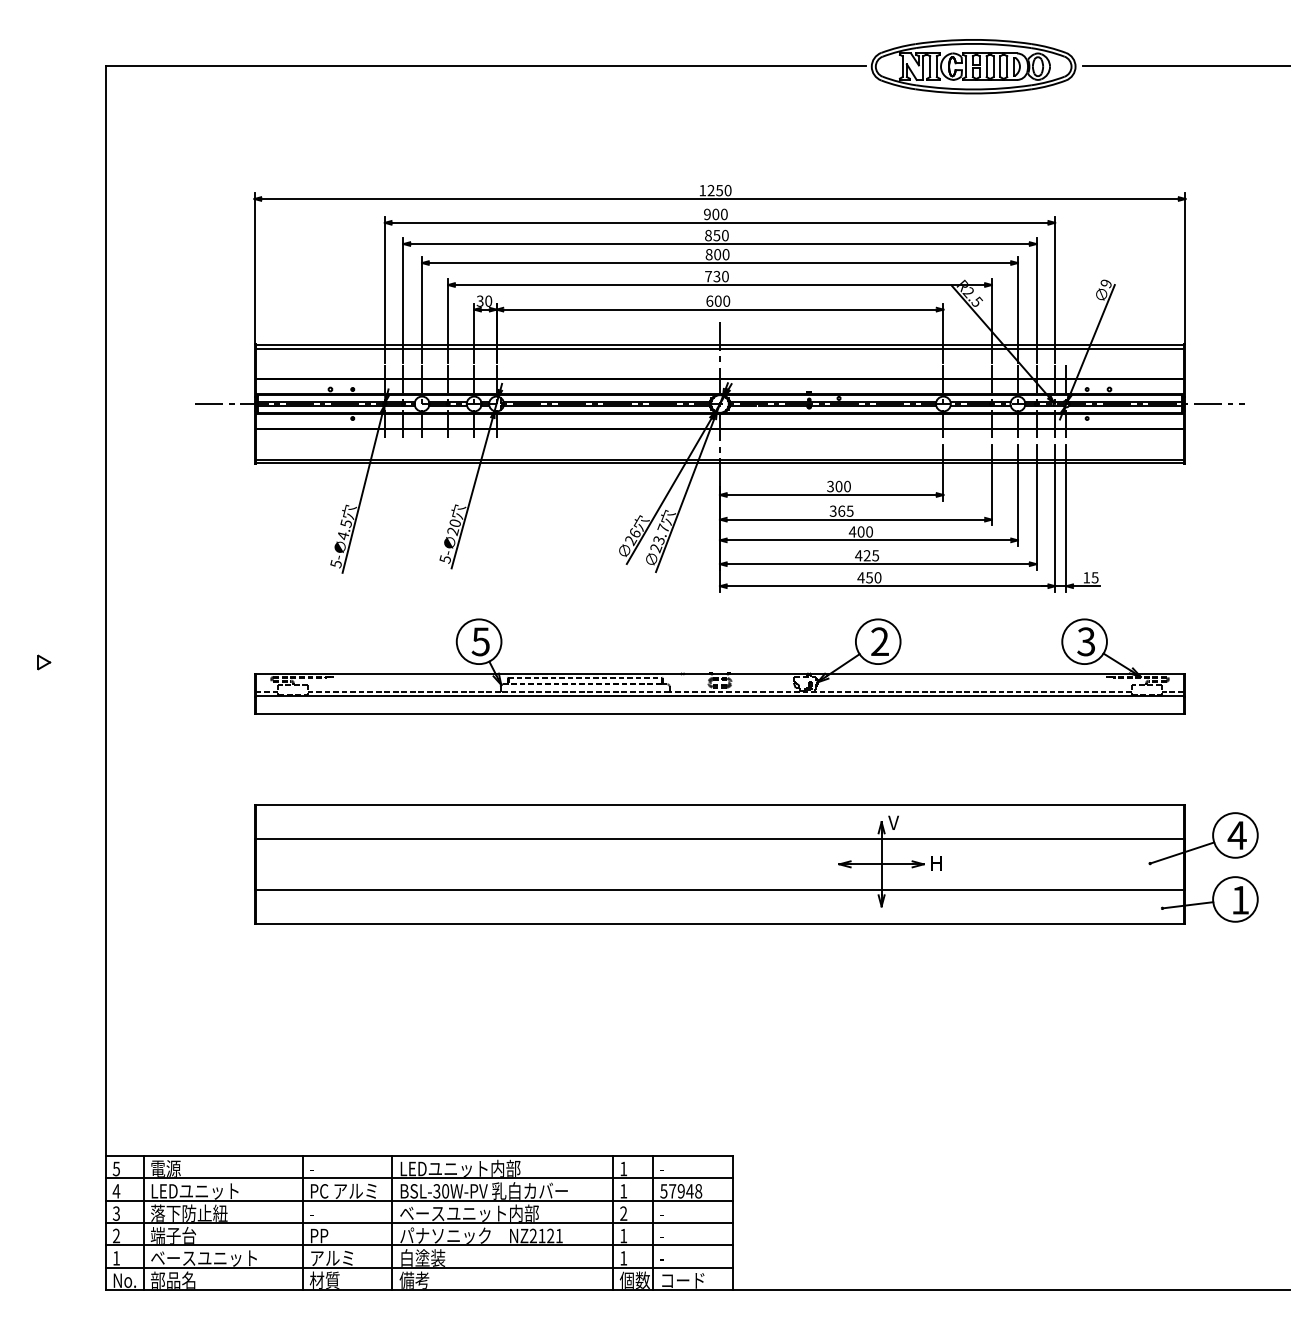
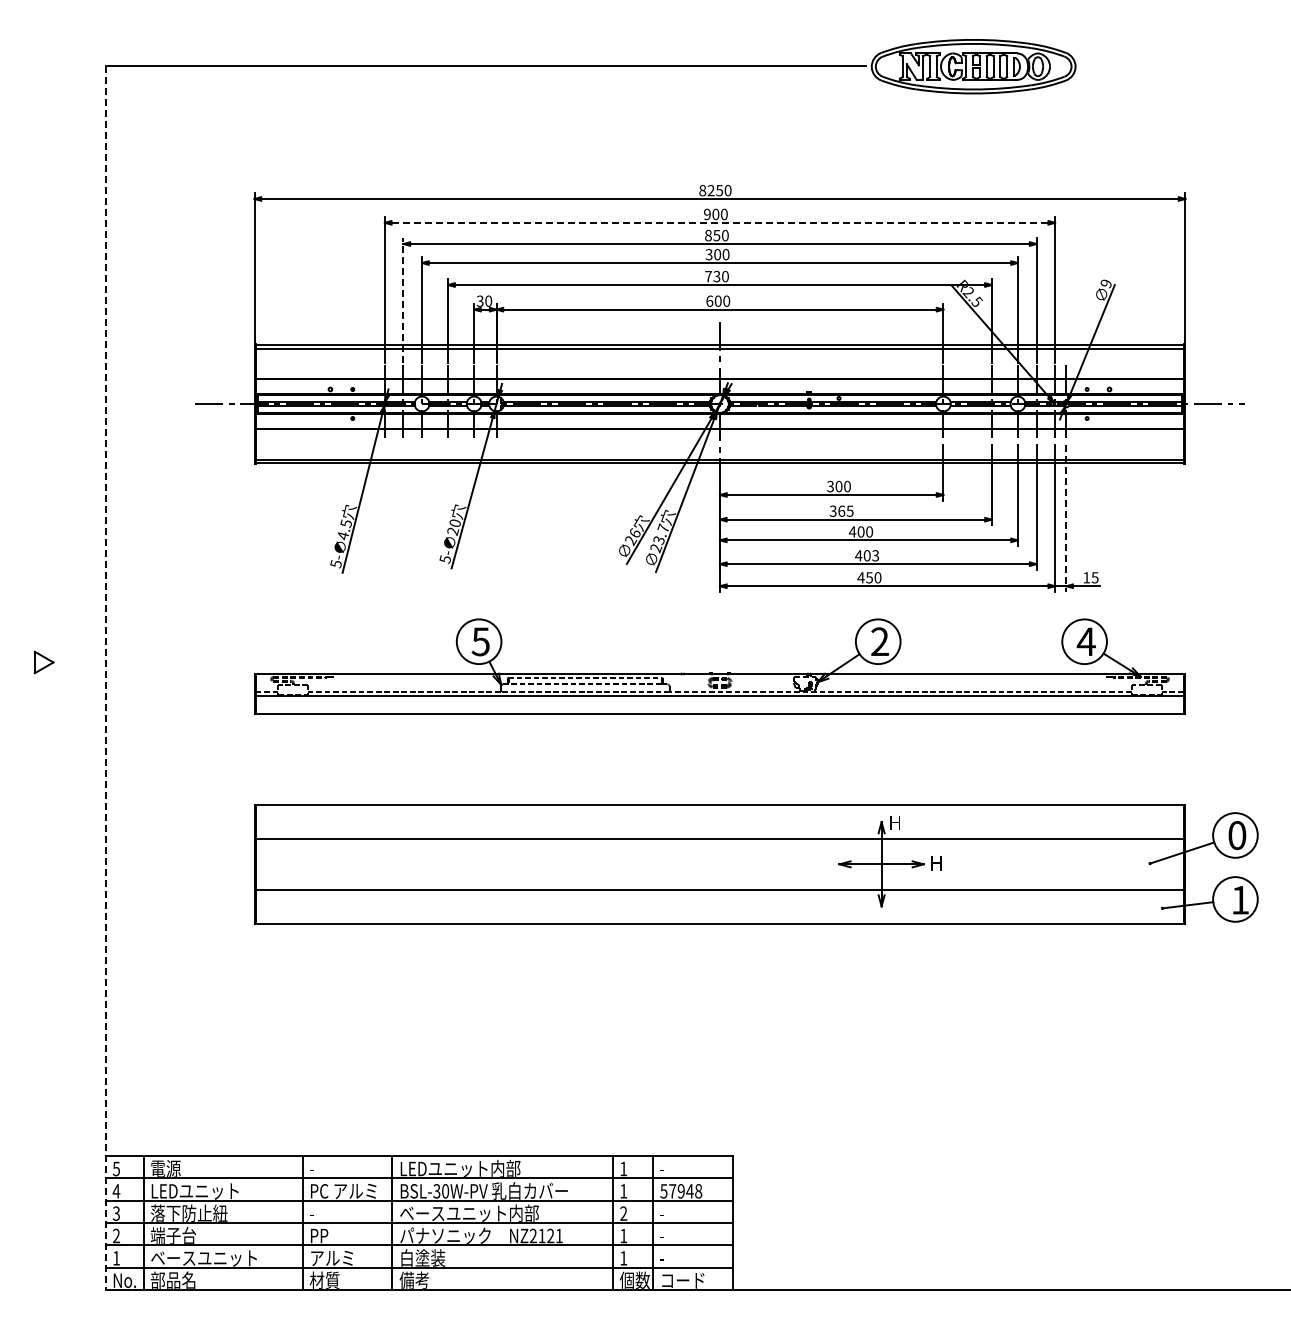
line at (1184, 65): present -> none
text at (702, 190): 1250 -> 8250
line at (719, 222): solid -> dashed
text at (708, 254): 800 -> 300
line at (403, 300): solid -> dashed
line at (1066, 518): solid -> dashed
text at (871, 555): 425 -> 403
text at (1085, 641): 3 -> 4
part at (44, 662) size: 15x17 px -> 21x25 px
line at (105, 678): solid -> dashed
text at (893, 822): V -> H
text at (1236, 835): 4 -> 0
